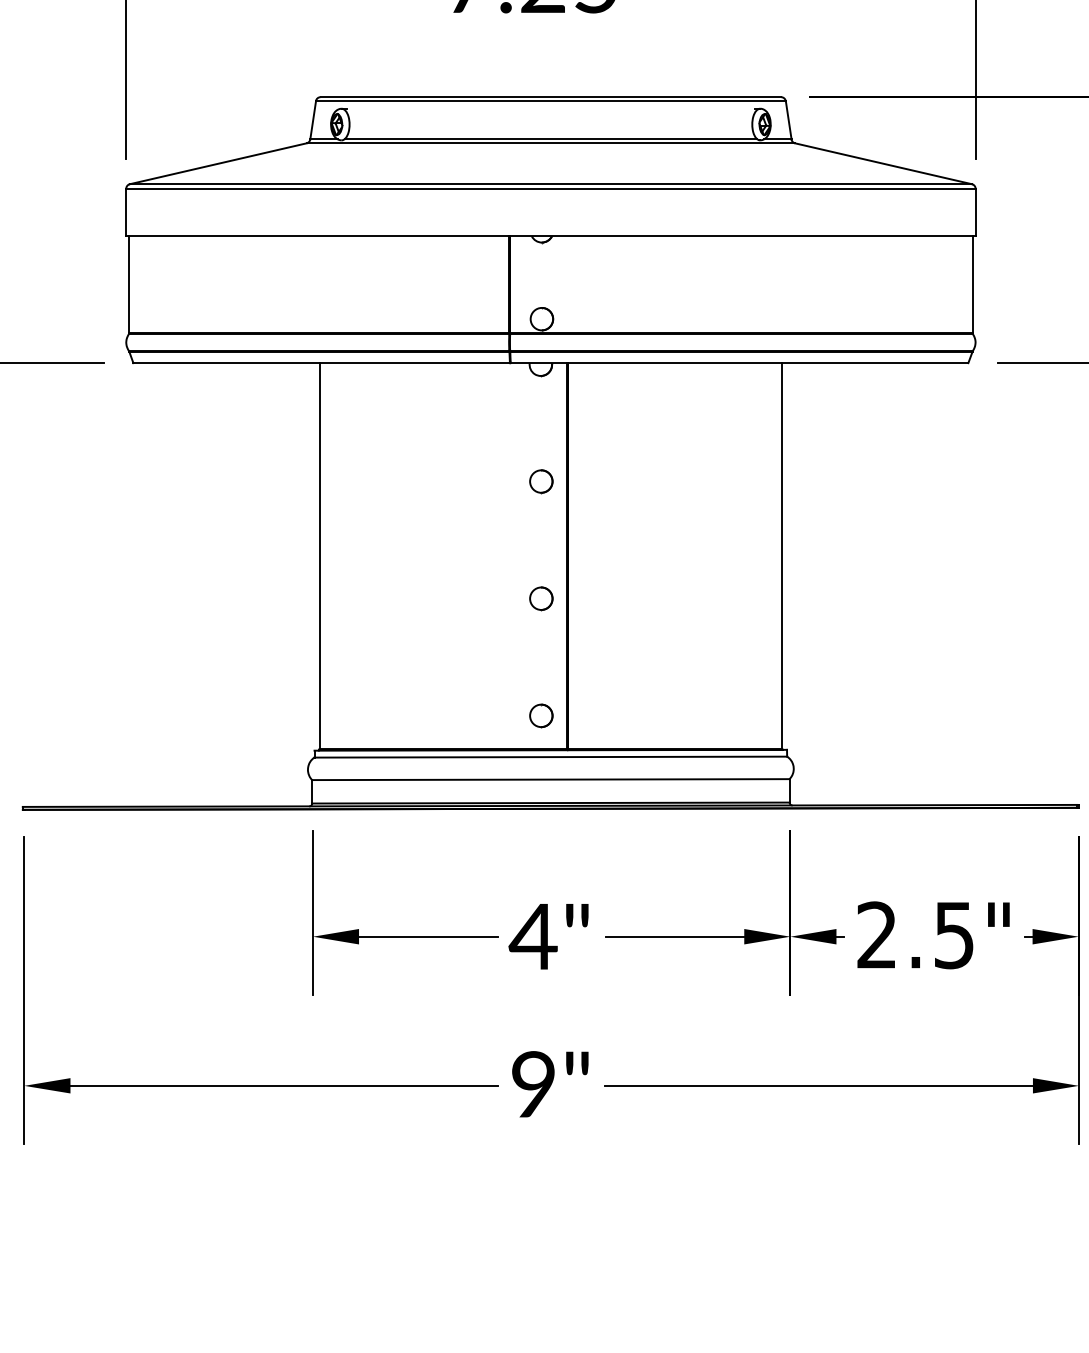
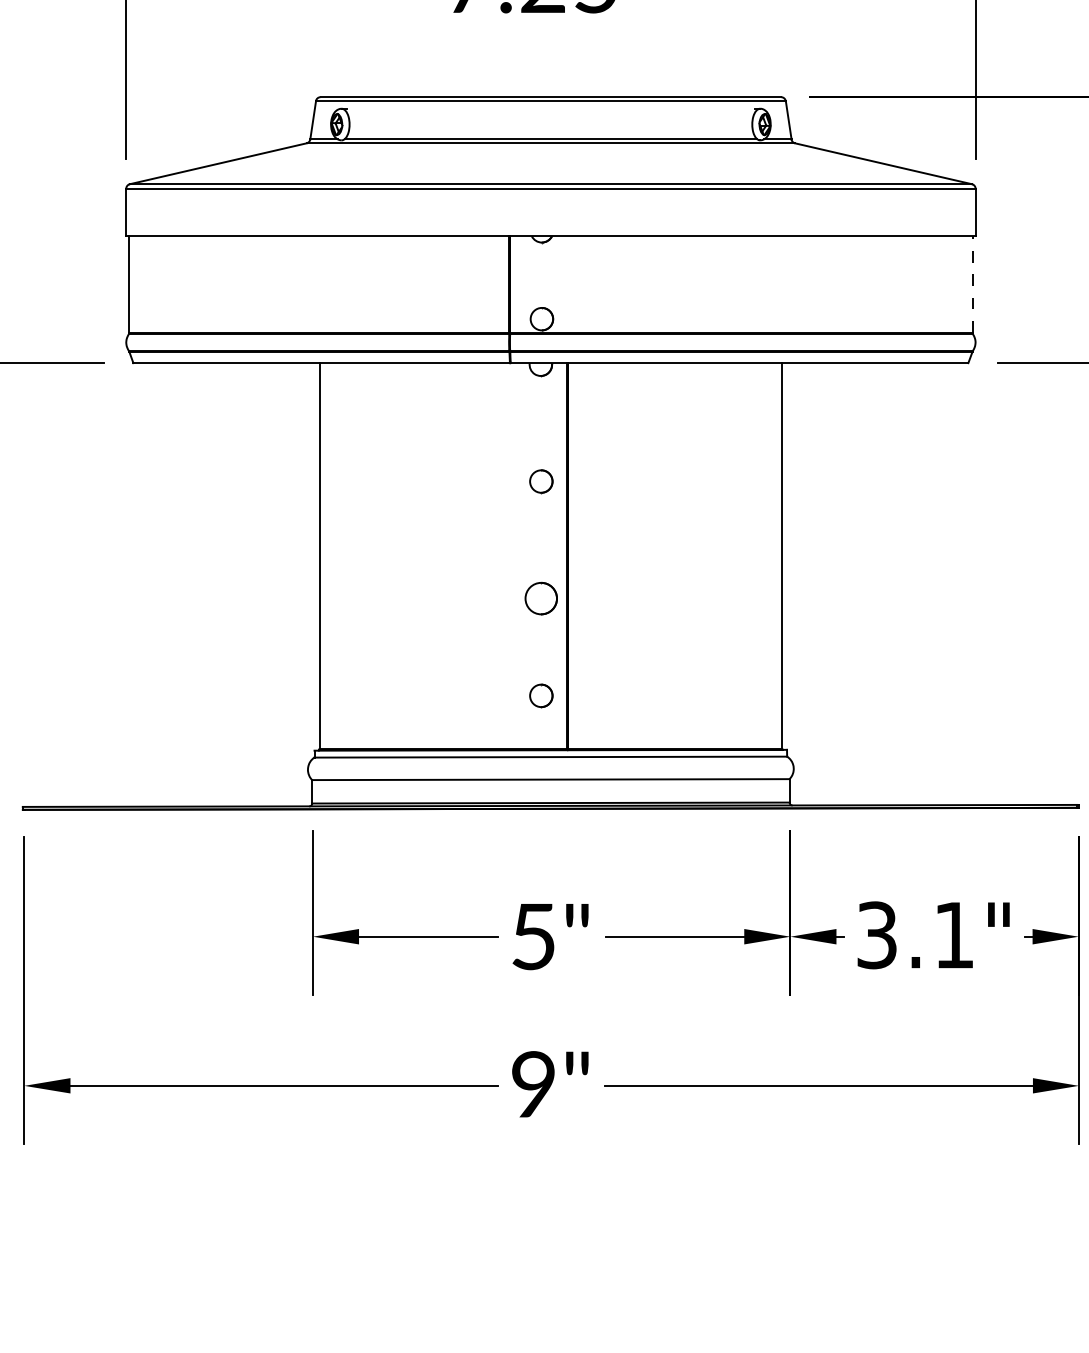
line at (972, 284): solid -> dashed
part at (541, 598) size: 25x26 px -> 34x35 px
part at (541, 715) position: (541, 715) -> (541, 695)
text at (915, 935): 2.5" -> 3.1"
text at (532, 937): 4" -> 5"
